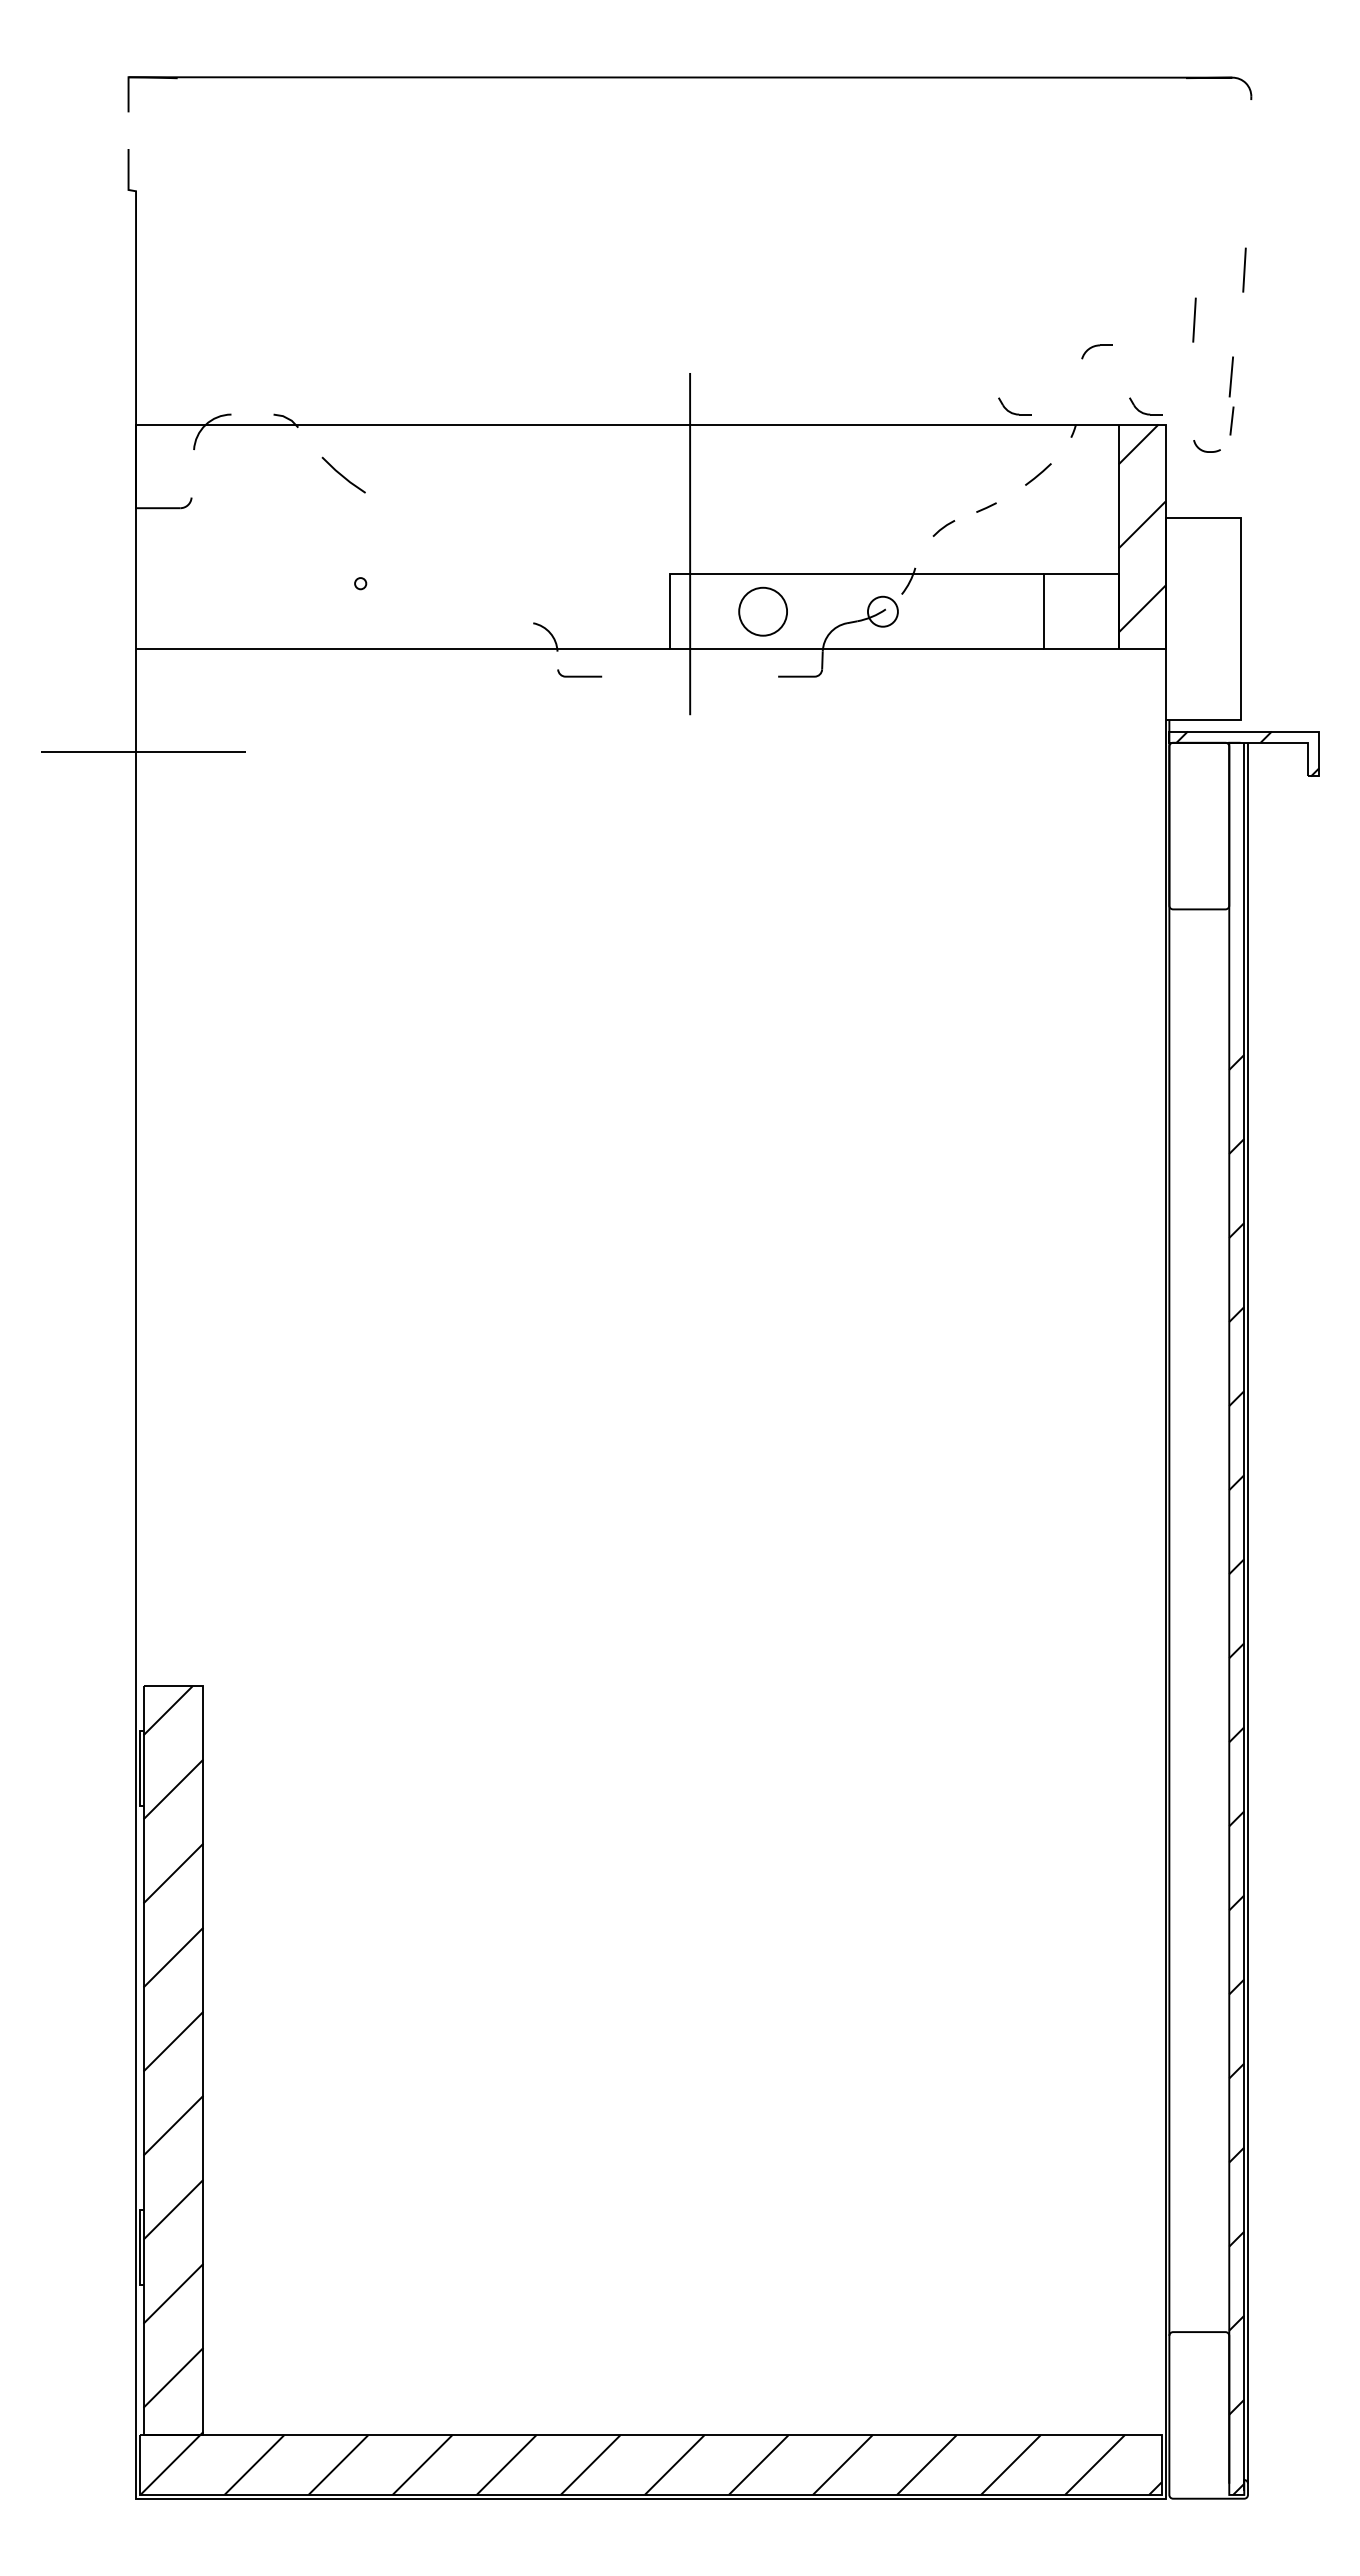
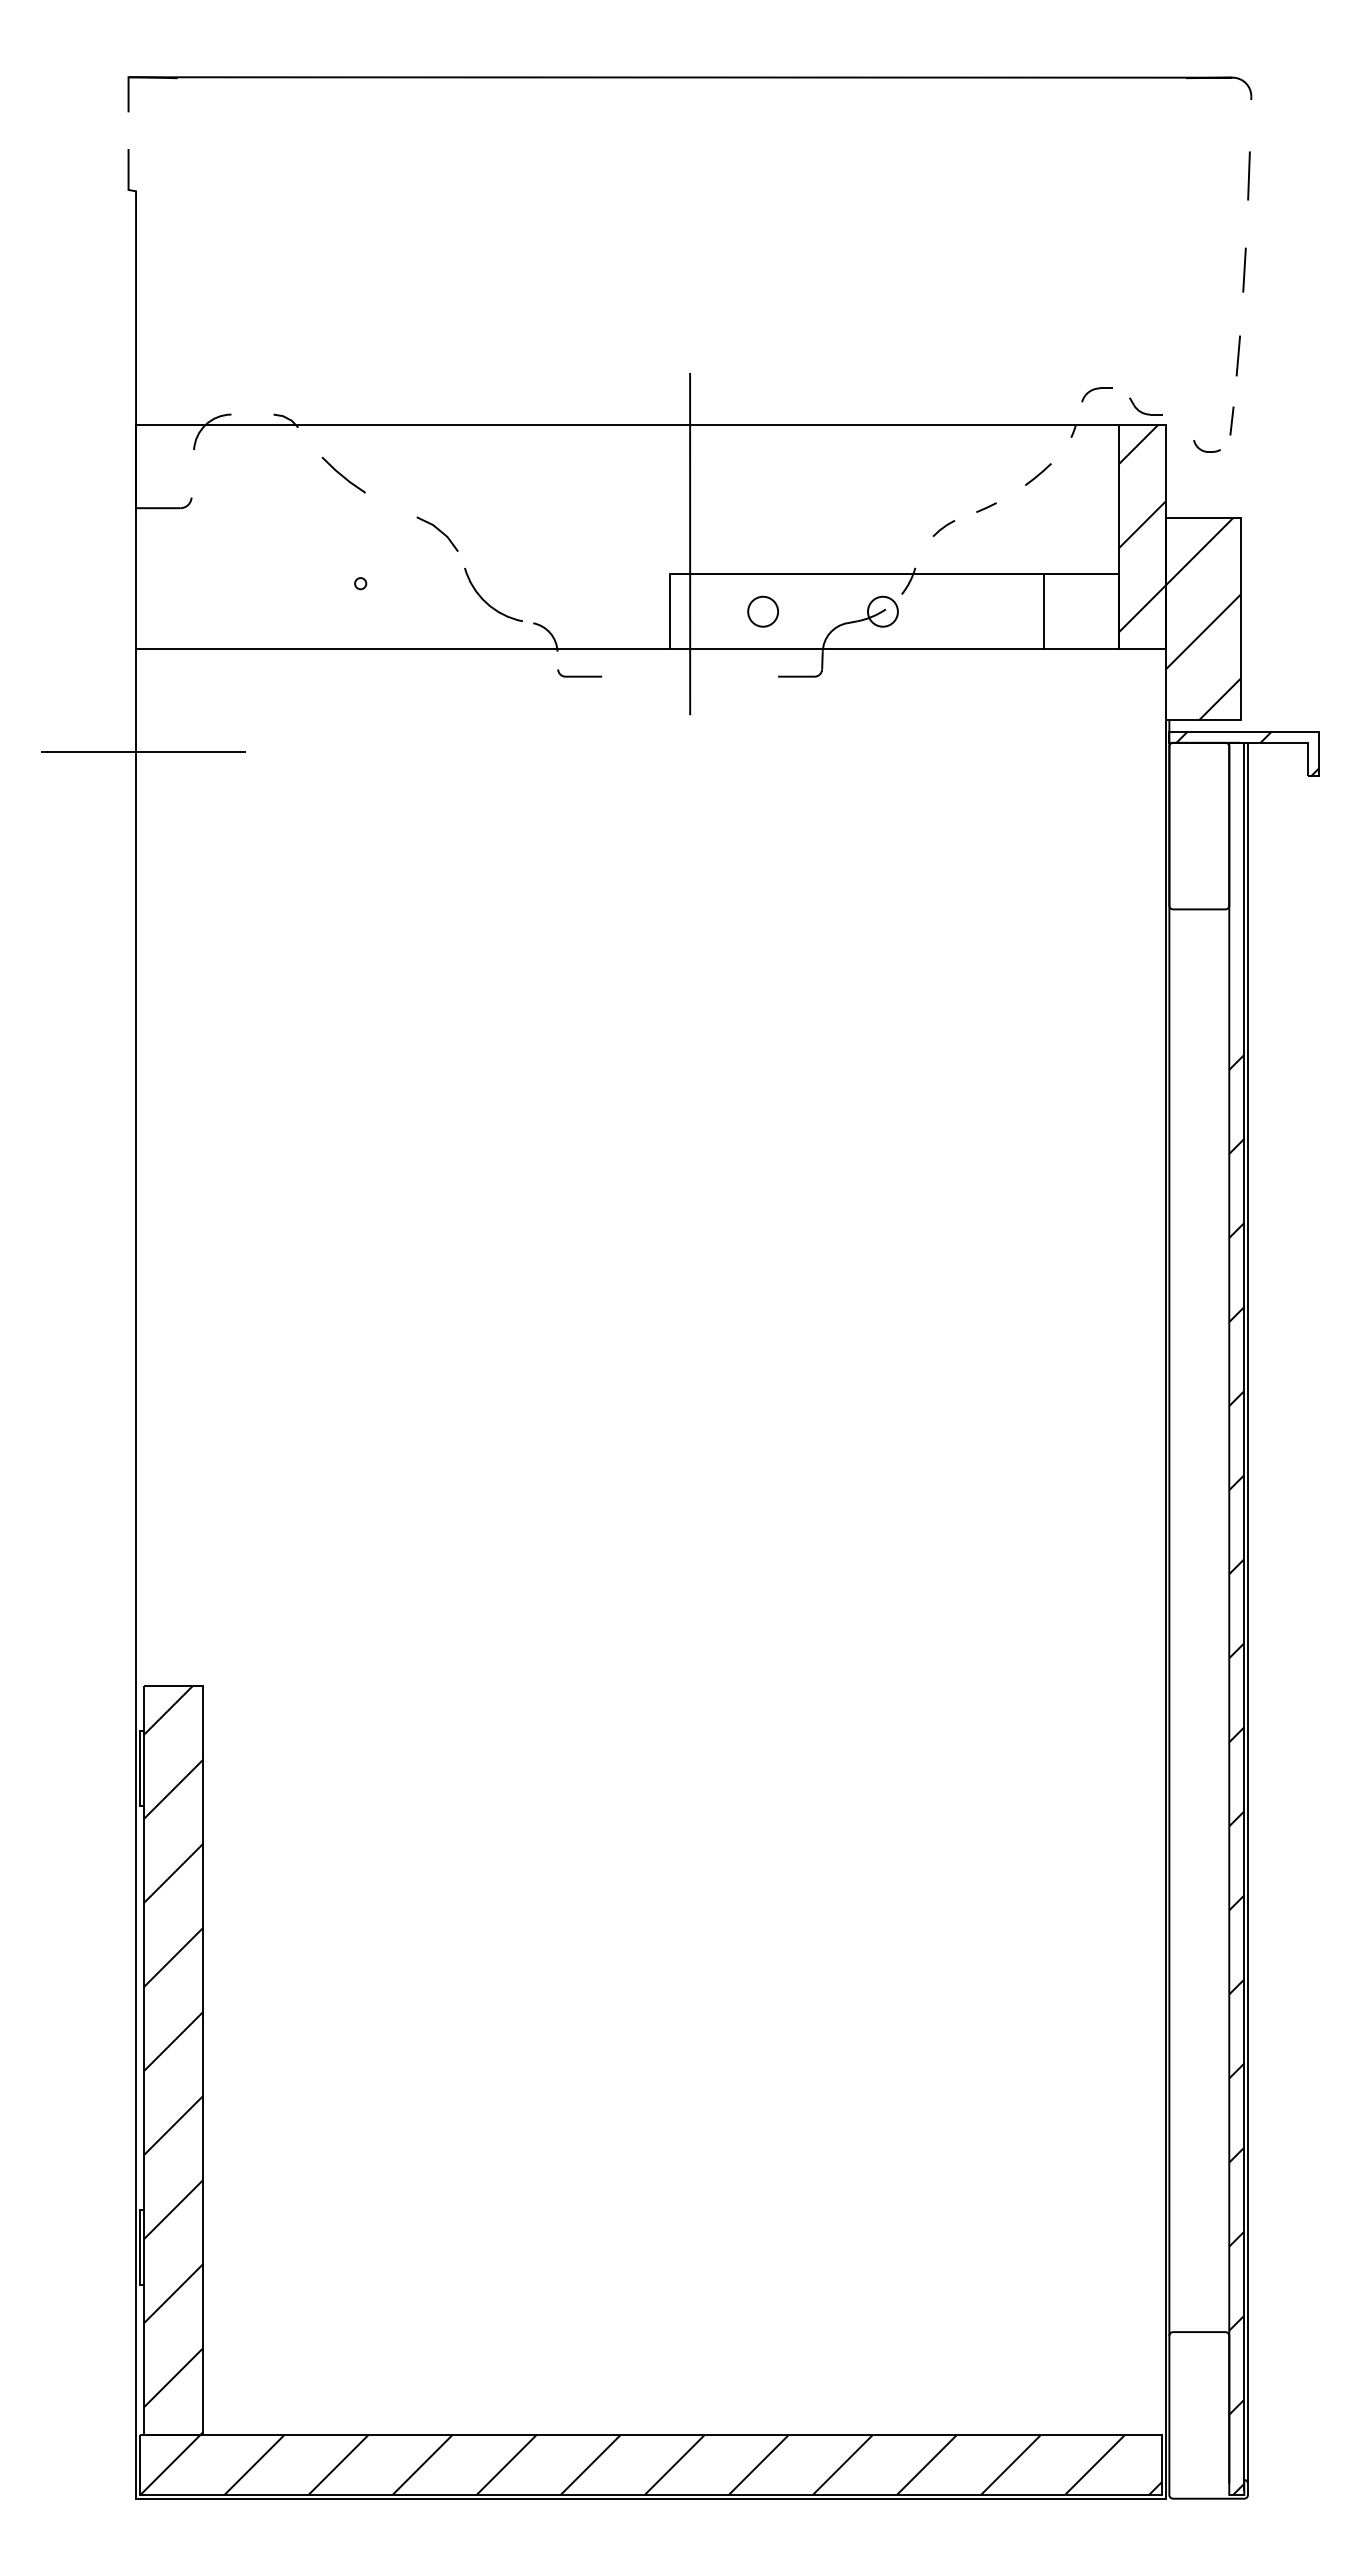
line at (1248, 175): none -> present
line at (1194, 319): present -> none
part at (1096, 351) position: (1096, 351) -> (1096, 394)
line at (1230, 376) position: (1230, 376) -> (1237, 355)
part at (1014, 406): present -> none
line at (439, 531): none -> present
curve at (486, 601): none -> present
circle at (763, 611) diameter: 48 px -> 30 px
hatch at (1202, 619): none -> present
